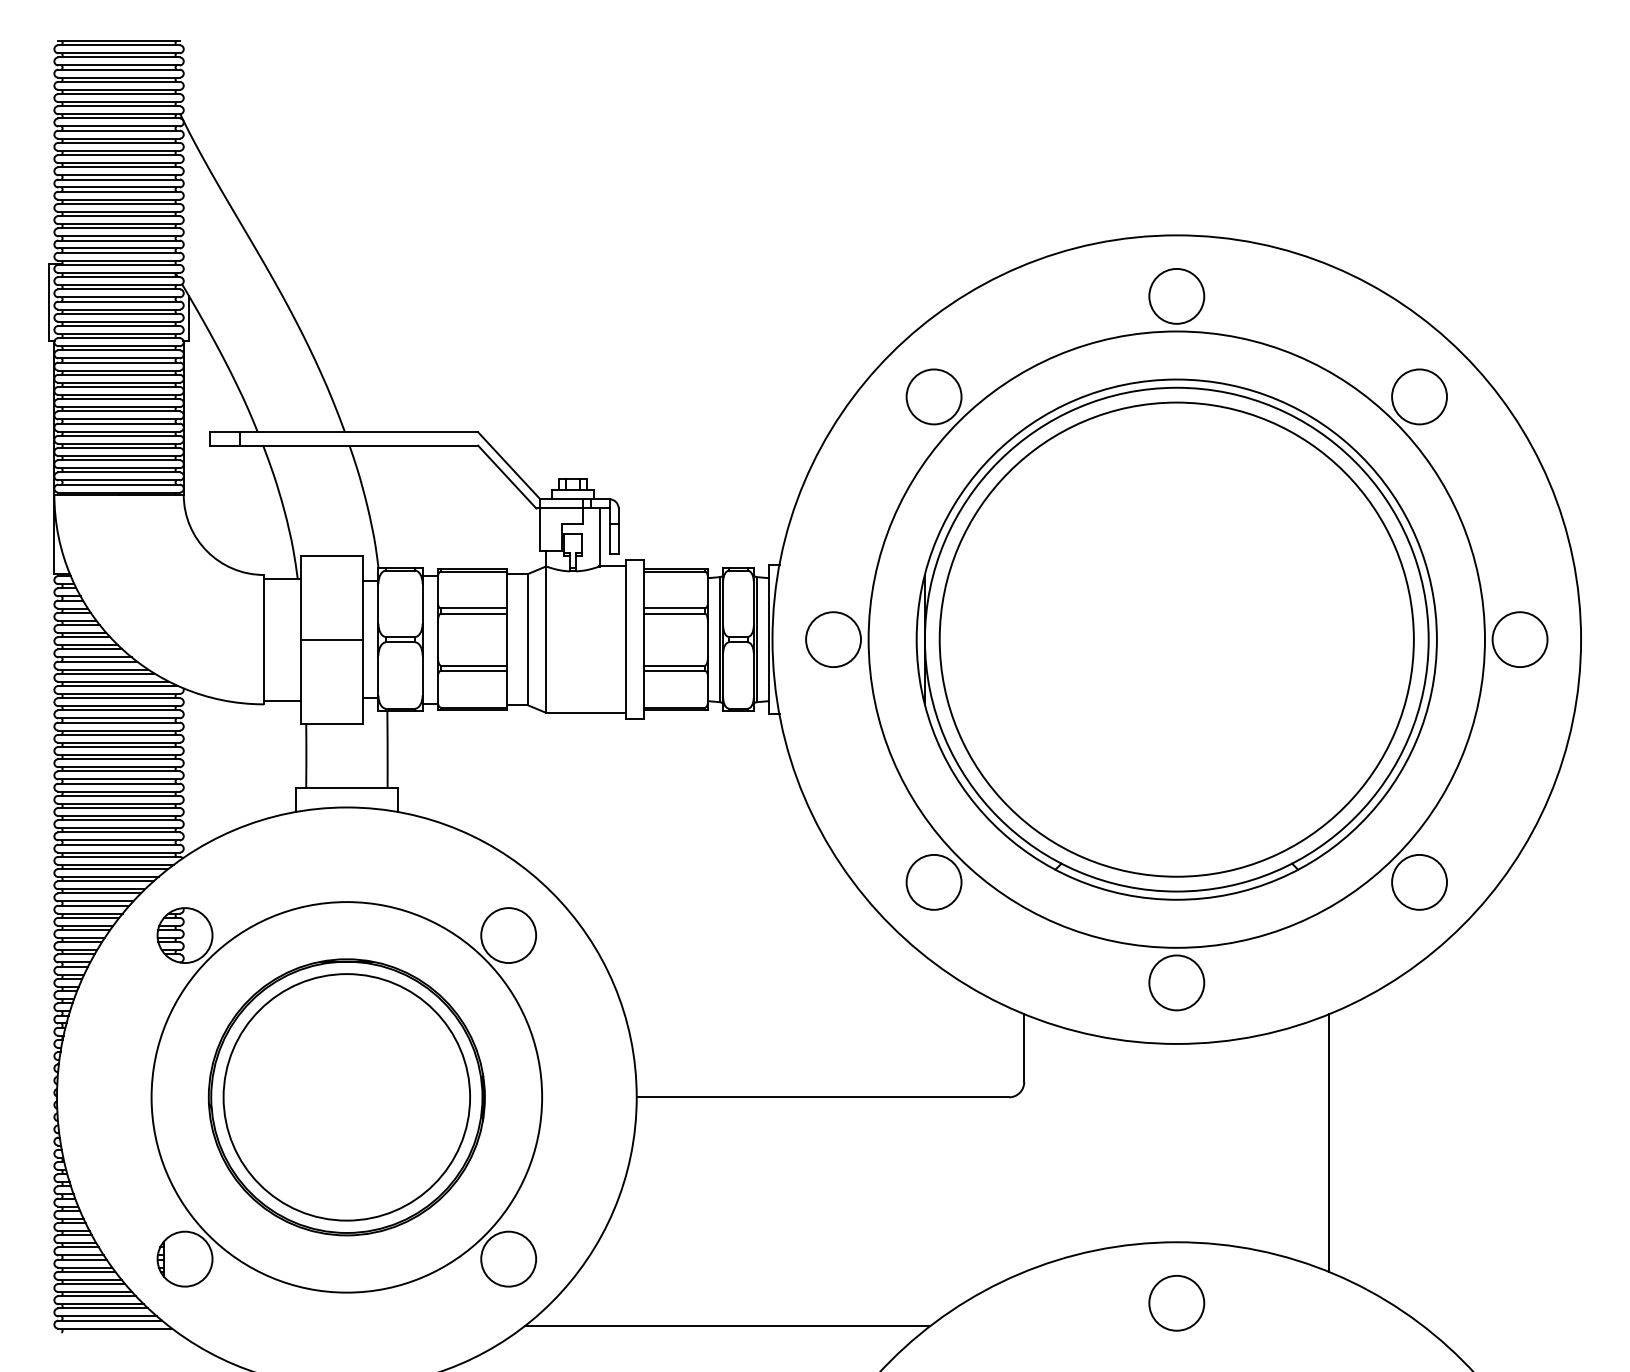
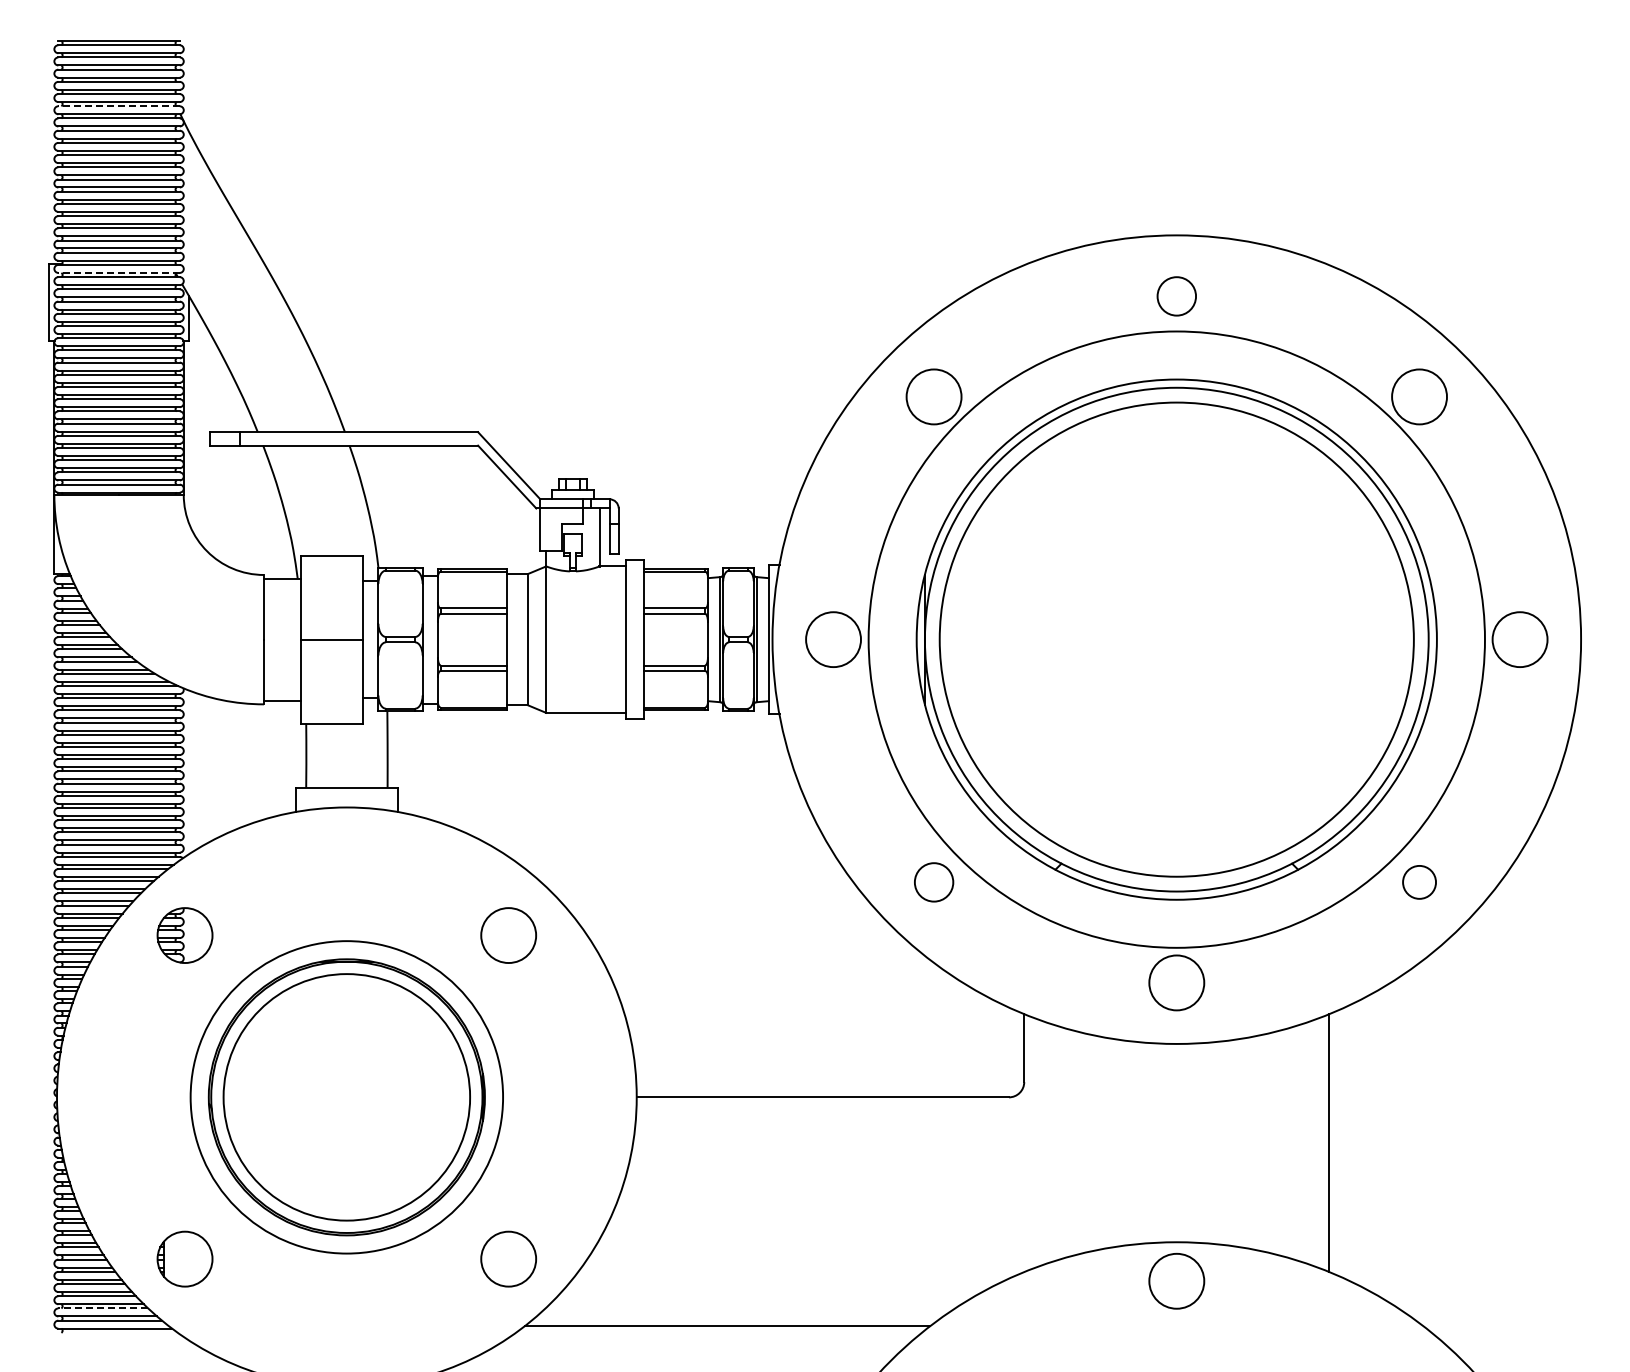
line at (119, 106): solid -> dashed
line at (119, 272): solid -> dashed
circle at (1176, 295) diameter: 55 px -> 38 px
circle at (933, 881) diameter: 55 px -> 38 px
circle at (1419, 881) diameter: 55 px -> 33 px
circle at (346, 1097) diameter: 391 px -> 312 px
circle at (1176, 1302) position: (1176, 1302) -> (1176, 1280)
line at (103, 1308): solid -> dashed
